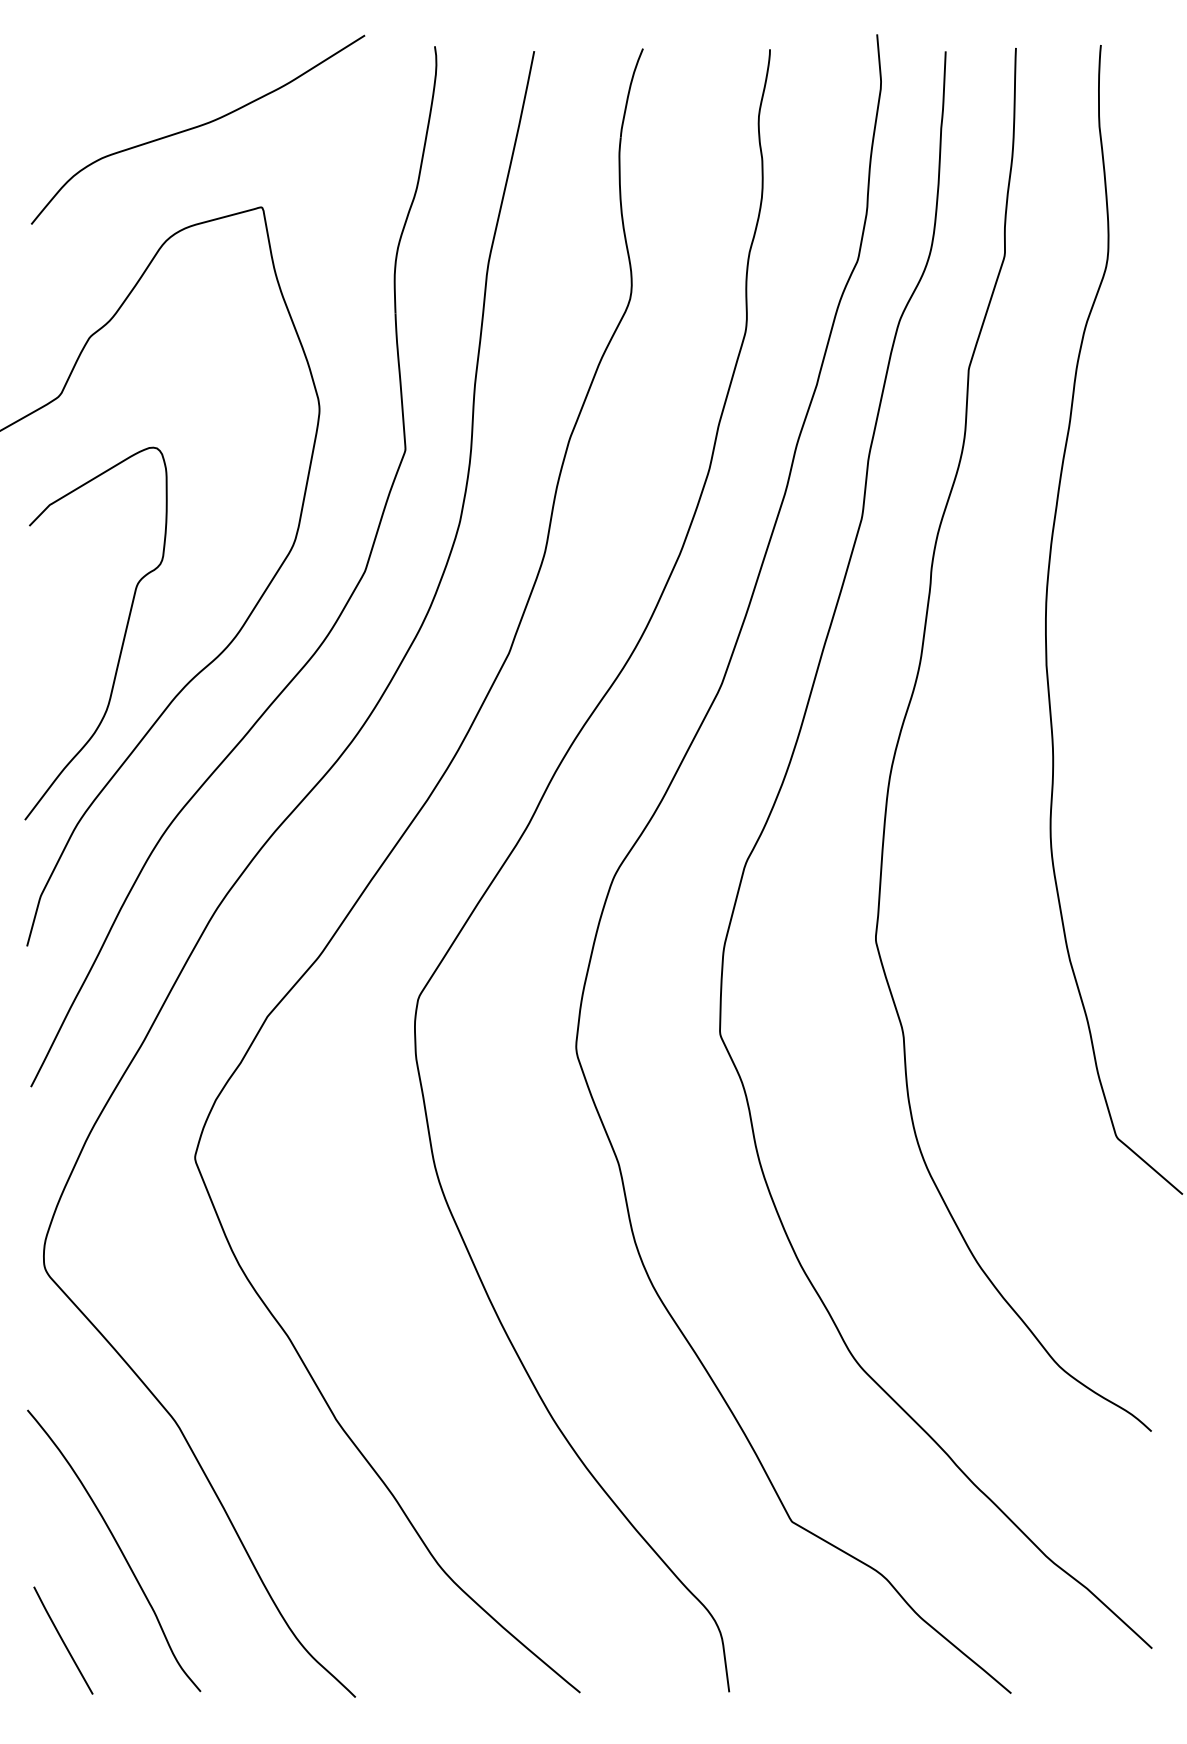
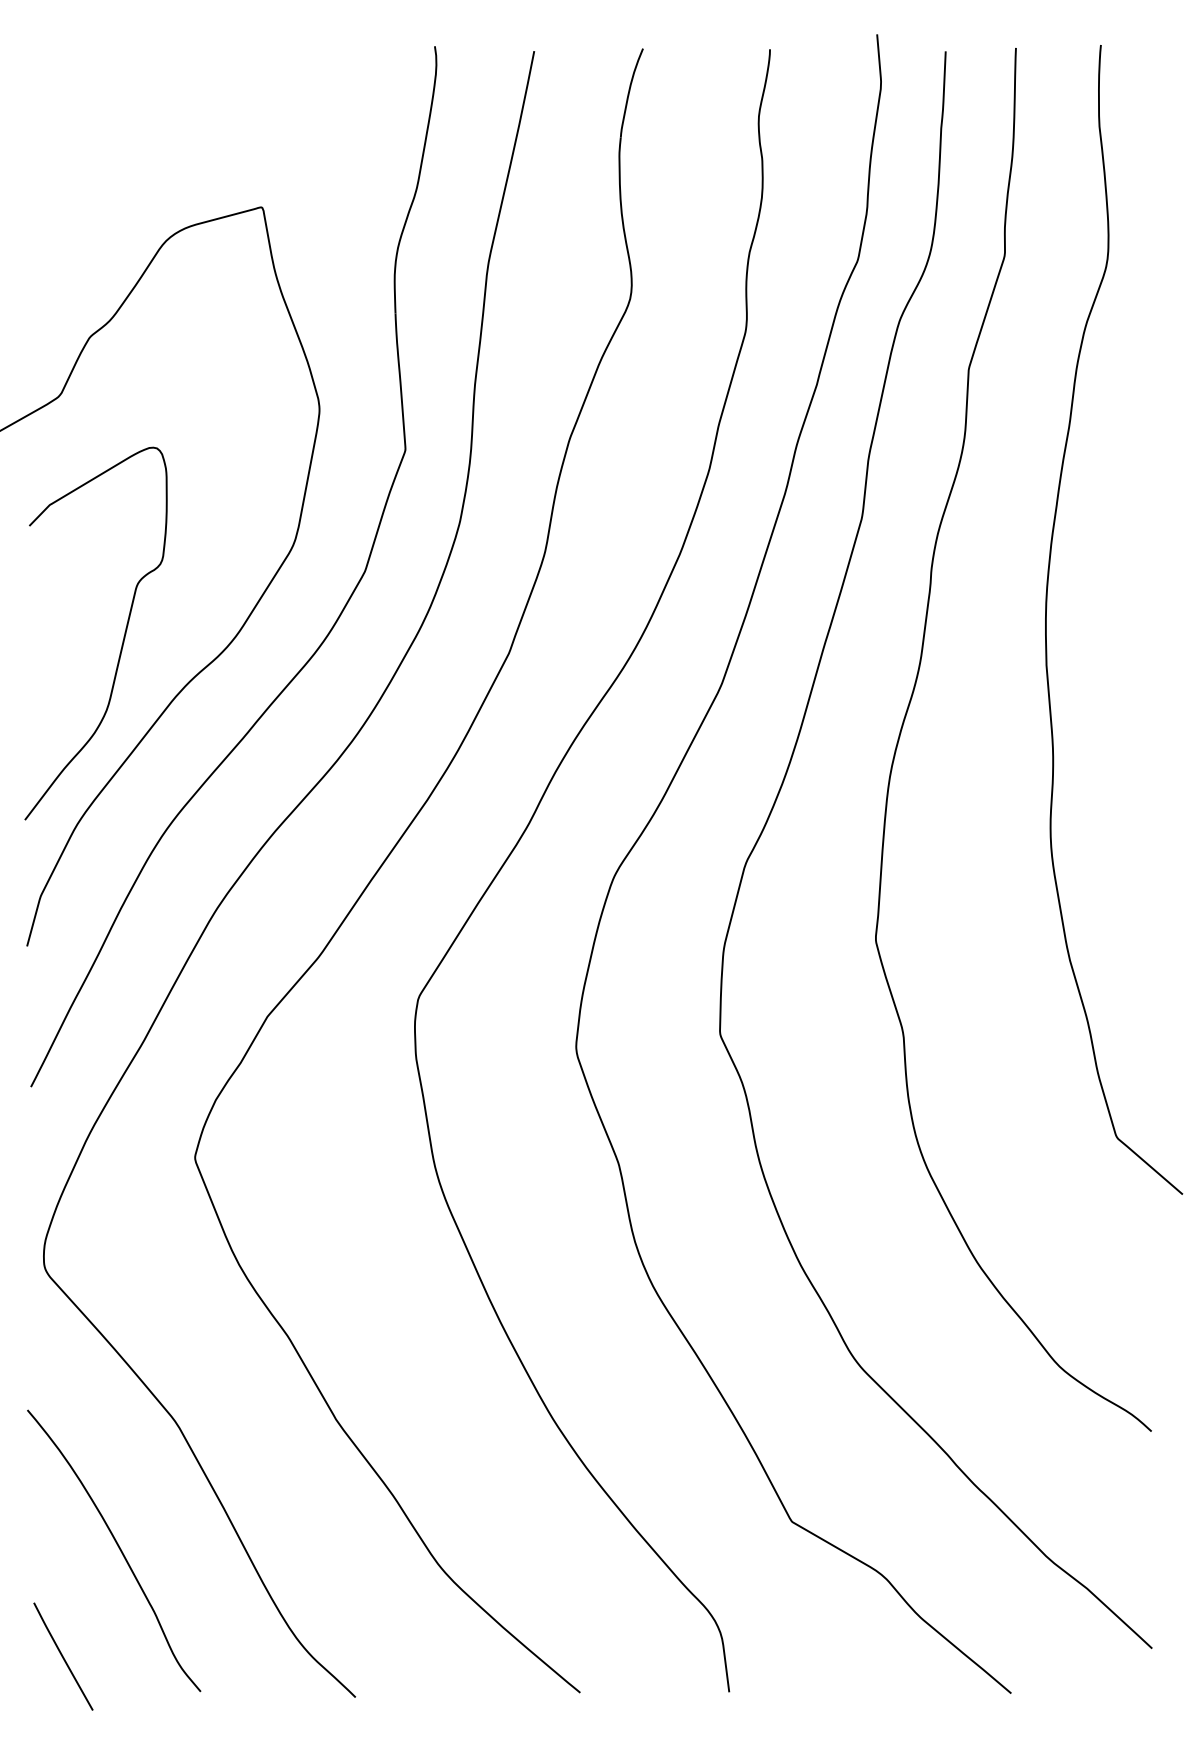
curve at (196, 128): present -> none
line at (63, 1640) position: (63, 1640) -> (63, 1656)
